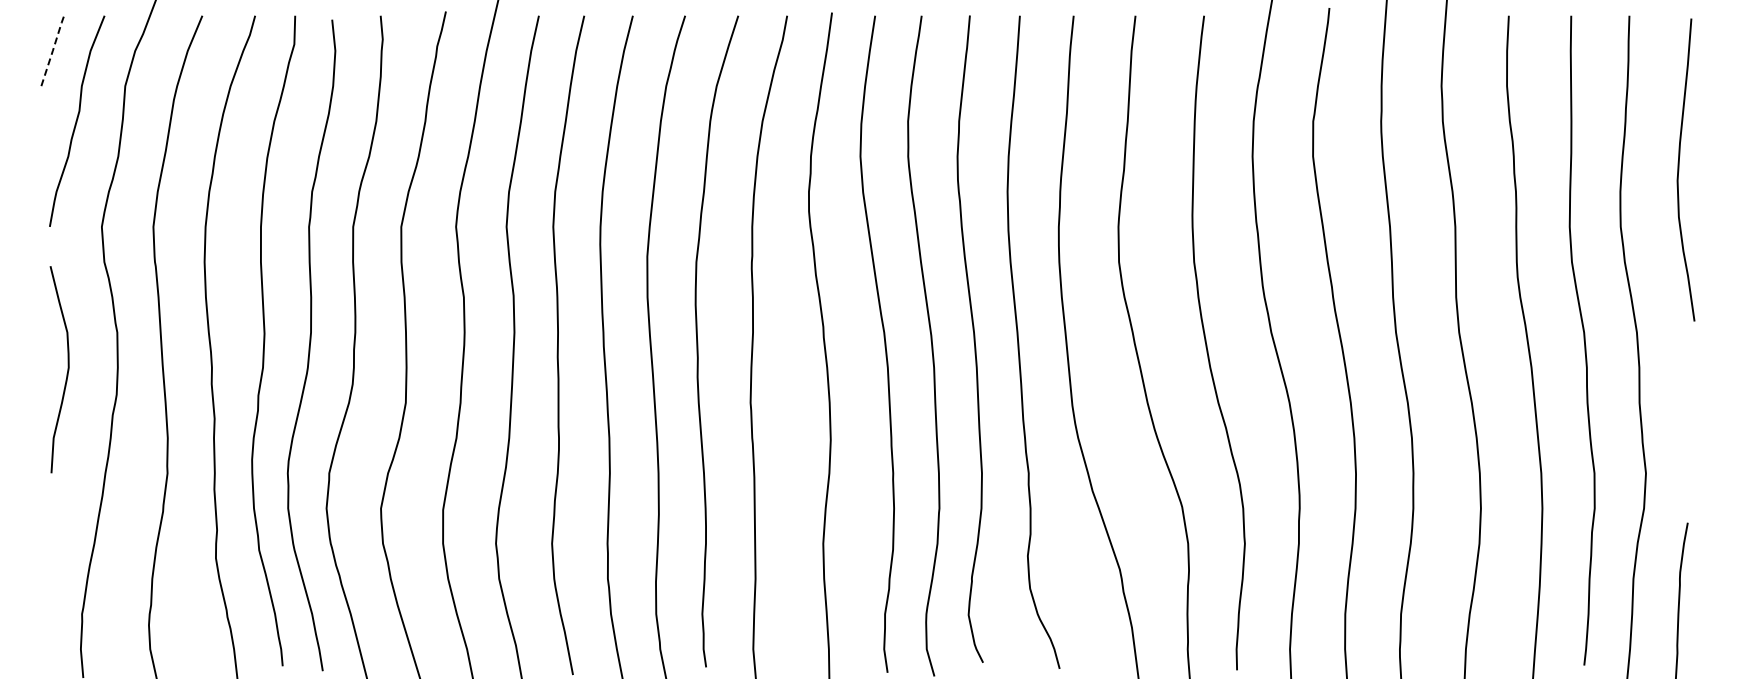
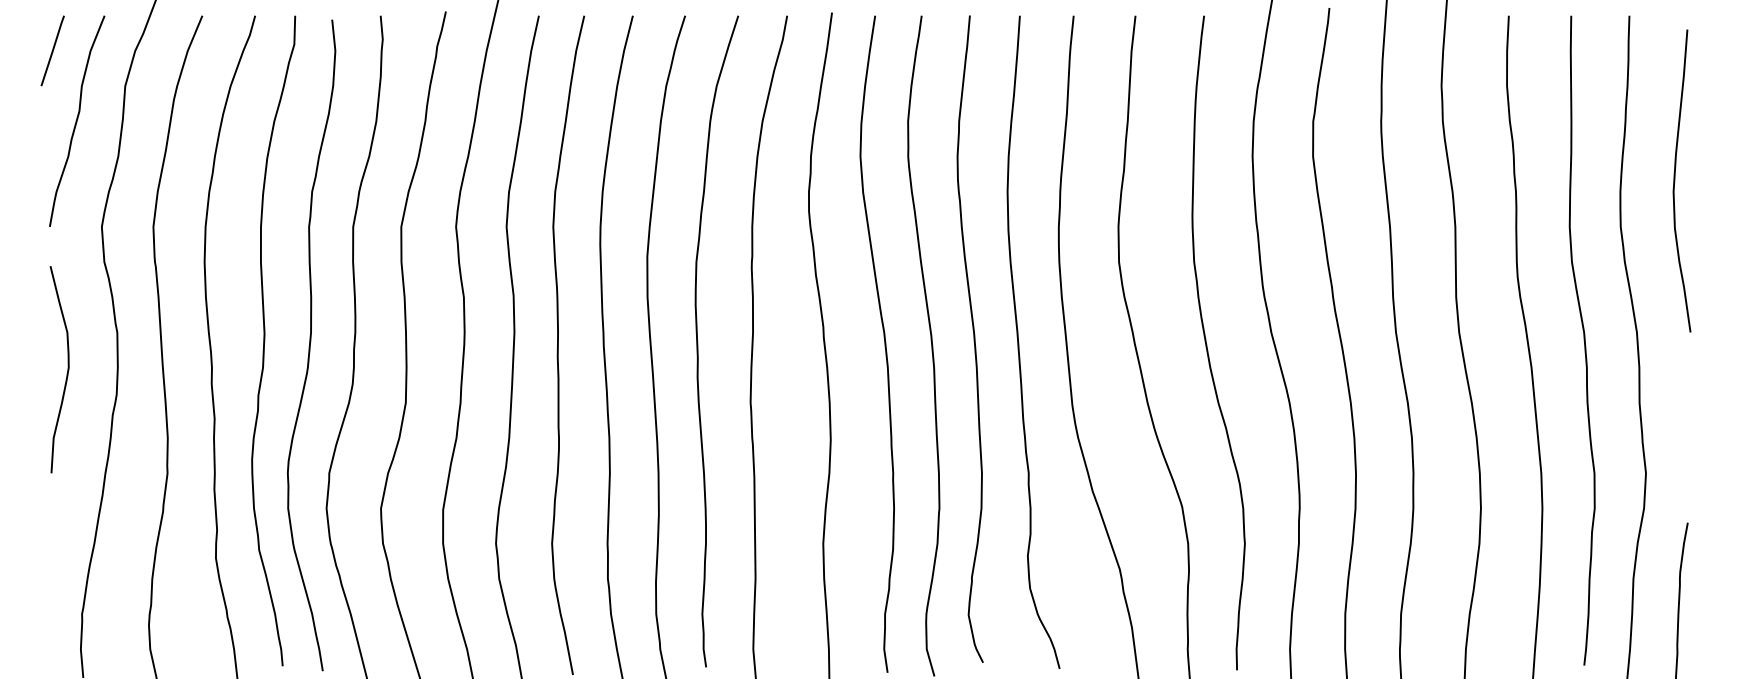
line at (52, 50): dashed -> solid
curve at (1679, 169) position: (1679, 169) -> (1675, 180)
